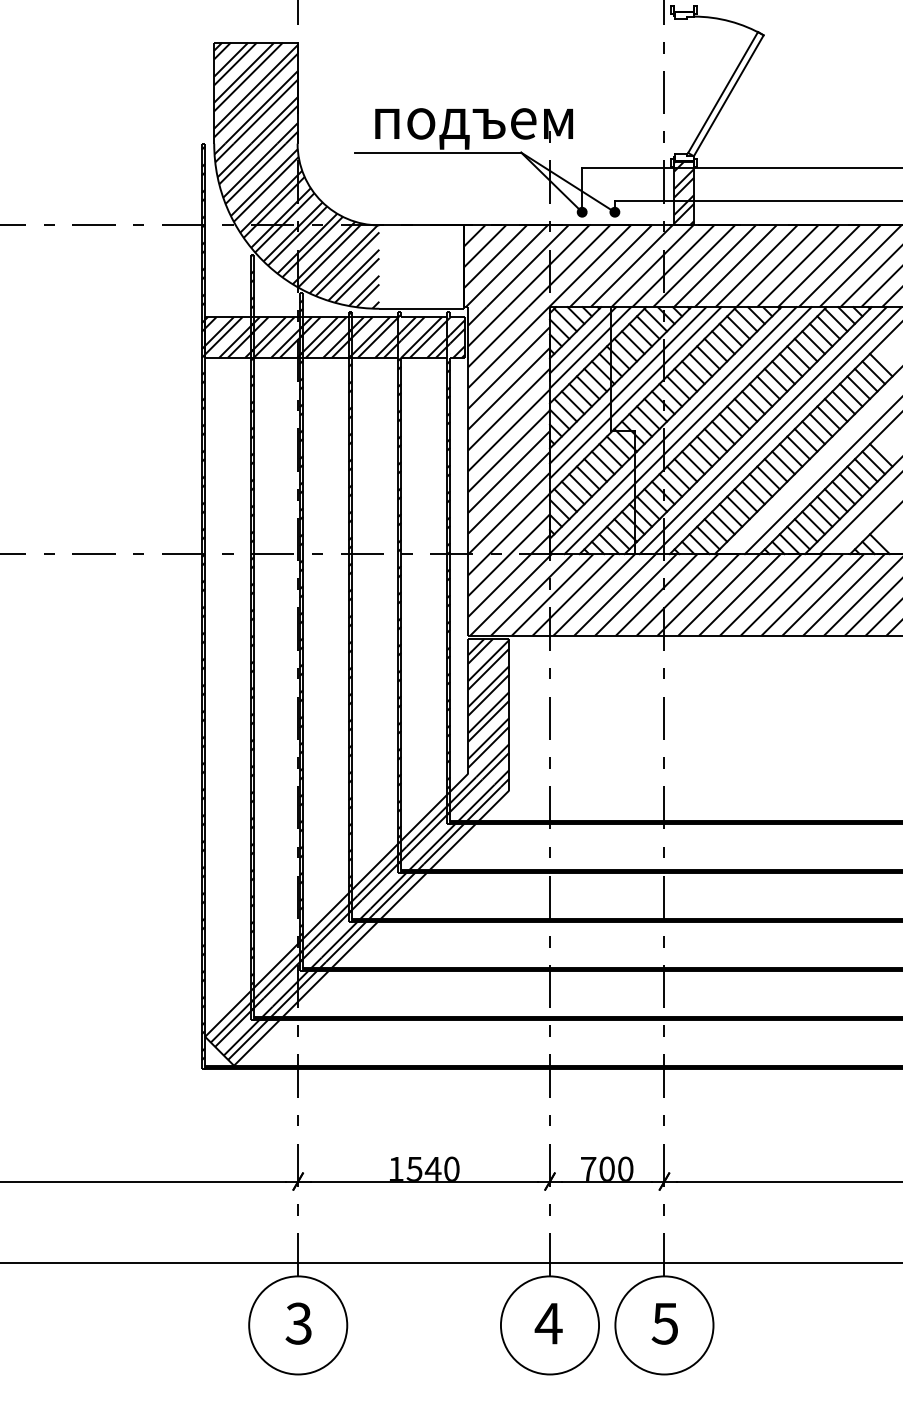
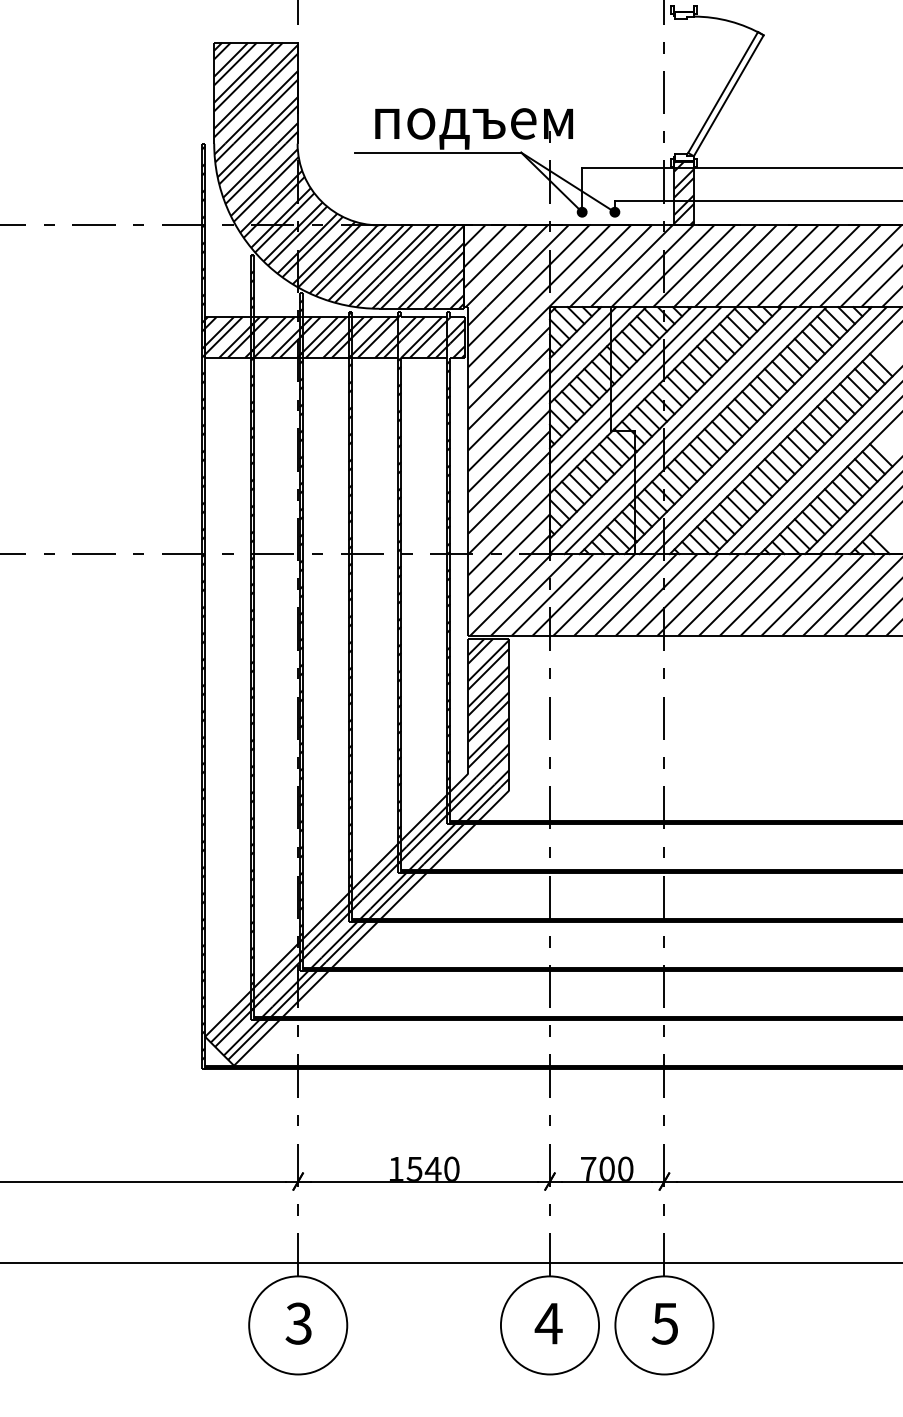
hatch at (421, 266): none -> present
line at (814, 469): none -> present
line at (867, 521): none -> present
